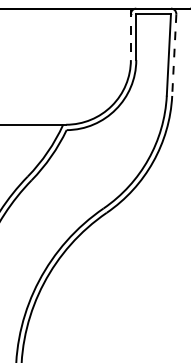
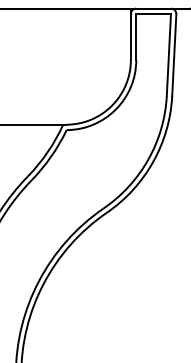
line at (130, 34): dashed -> solid
line at (174, 55): dashed -> solid
